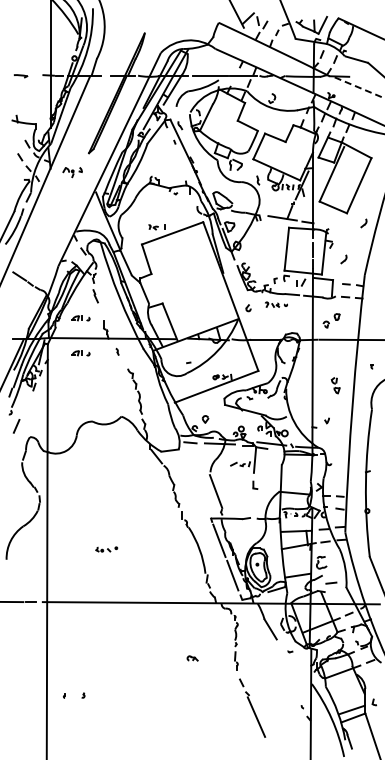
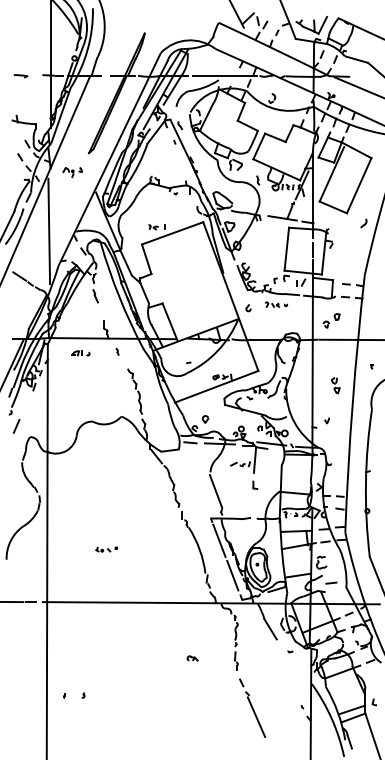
line at (359, 87): dashed -> solid
line at (49, 231): none -> present
part at (343, 259): present -> none
part at (80, 318): present -> none
